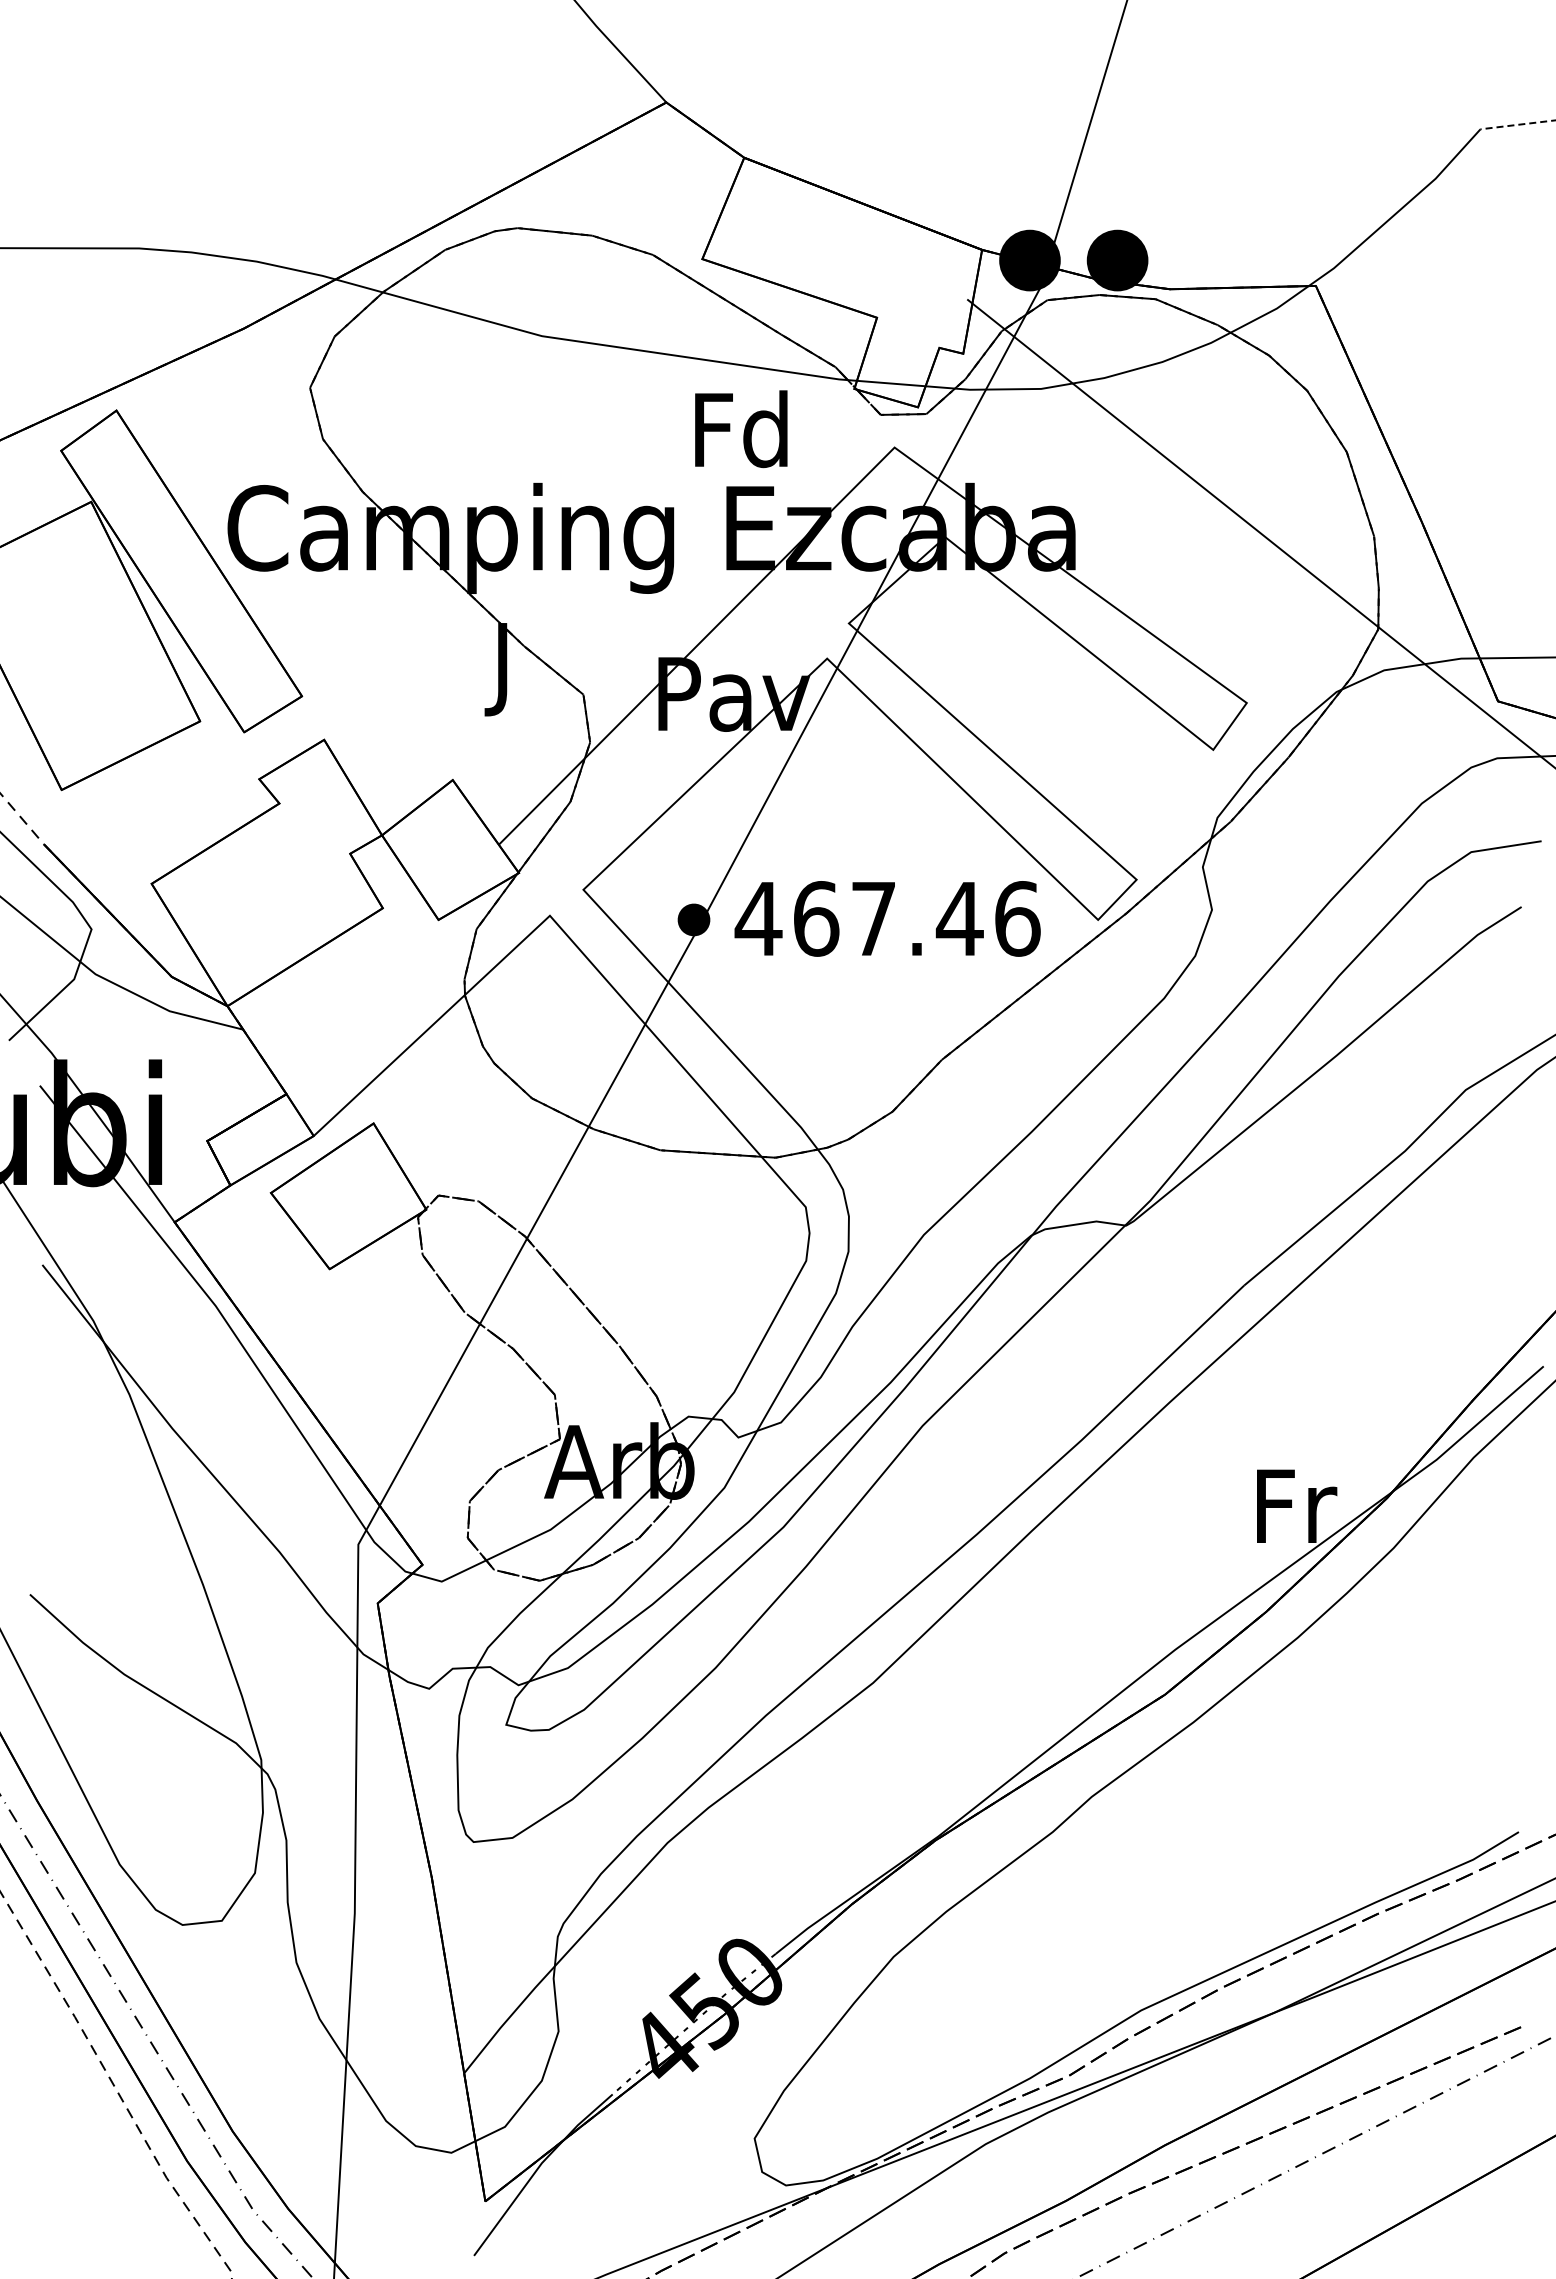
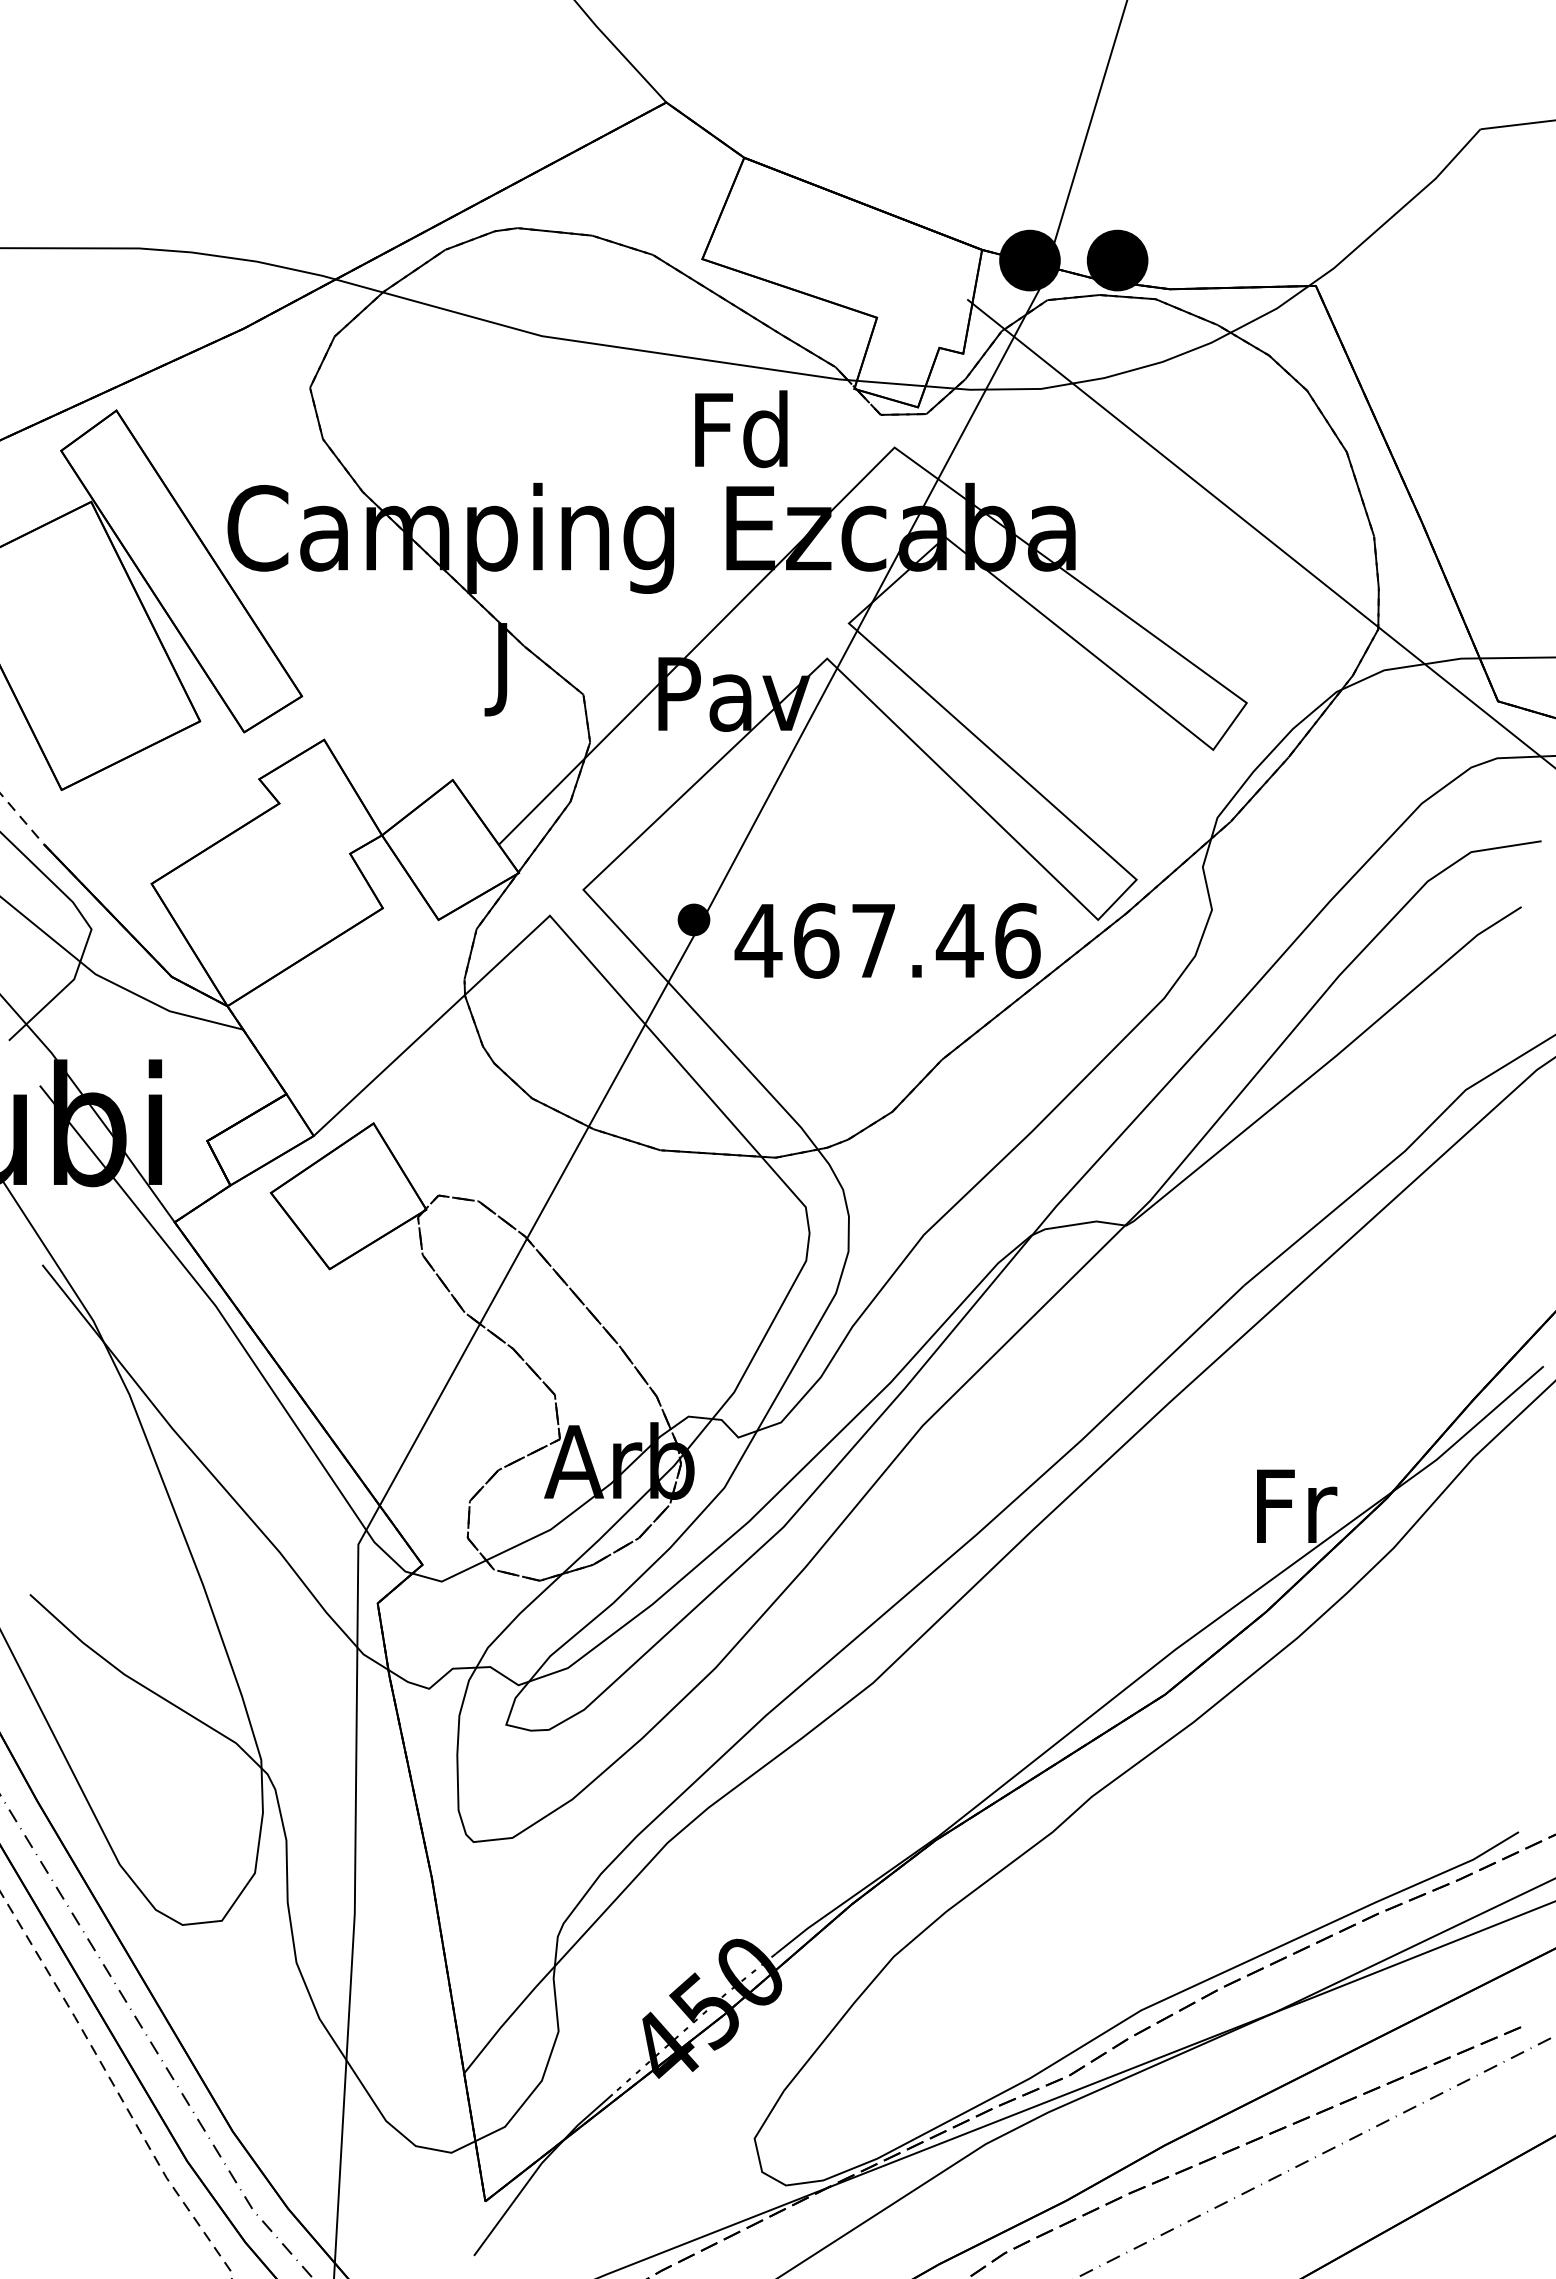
line at (1518, 124): dashed -> solid
text at (887, 918) position: (887, 918) -> (887, 940)
